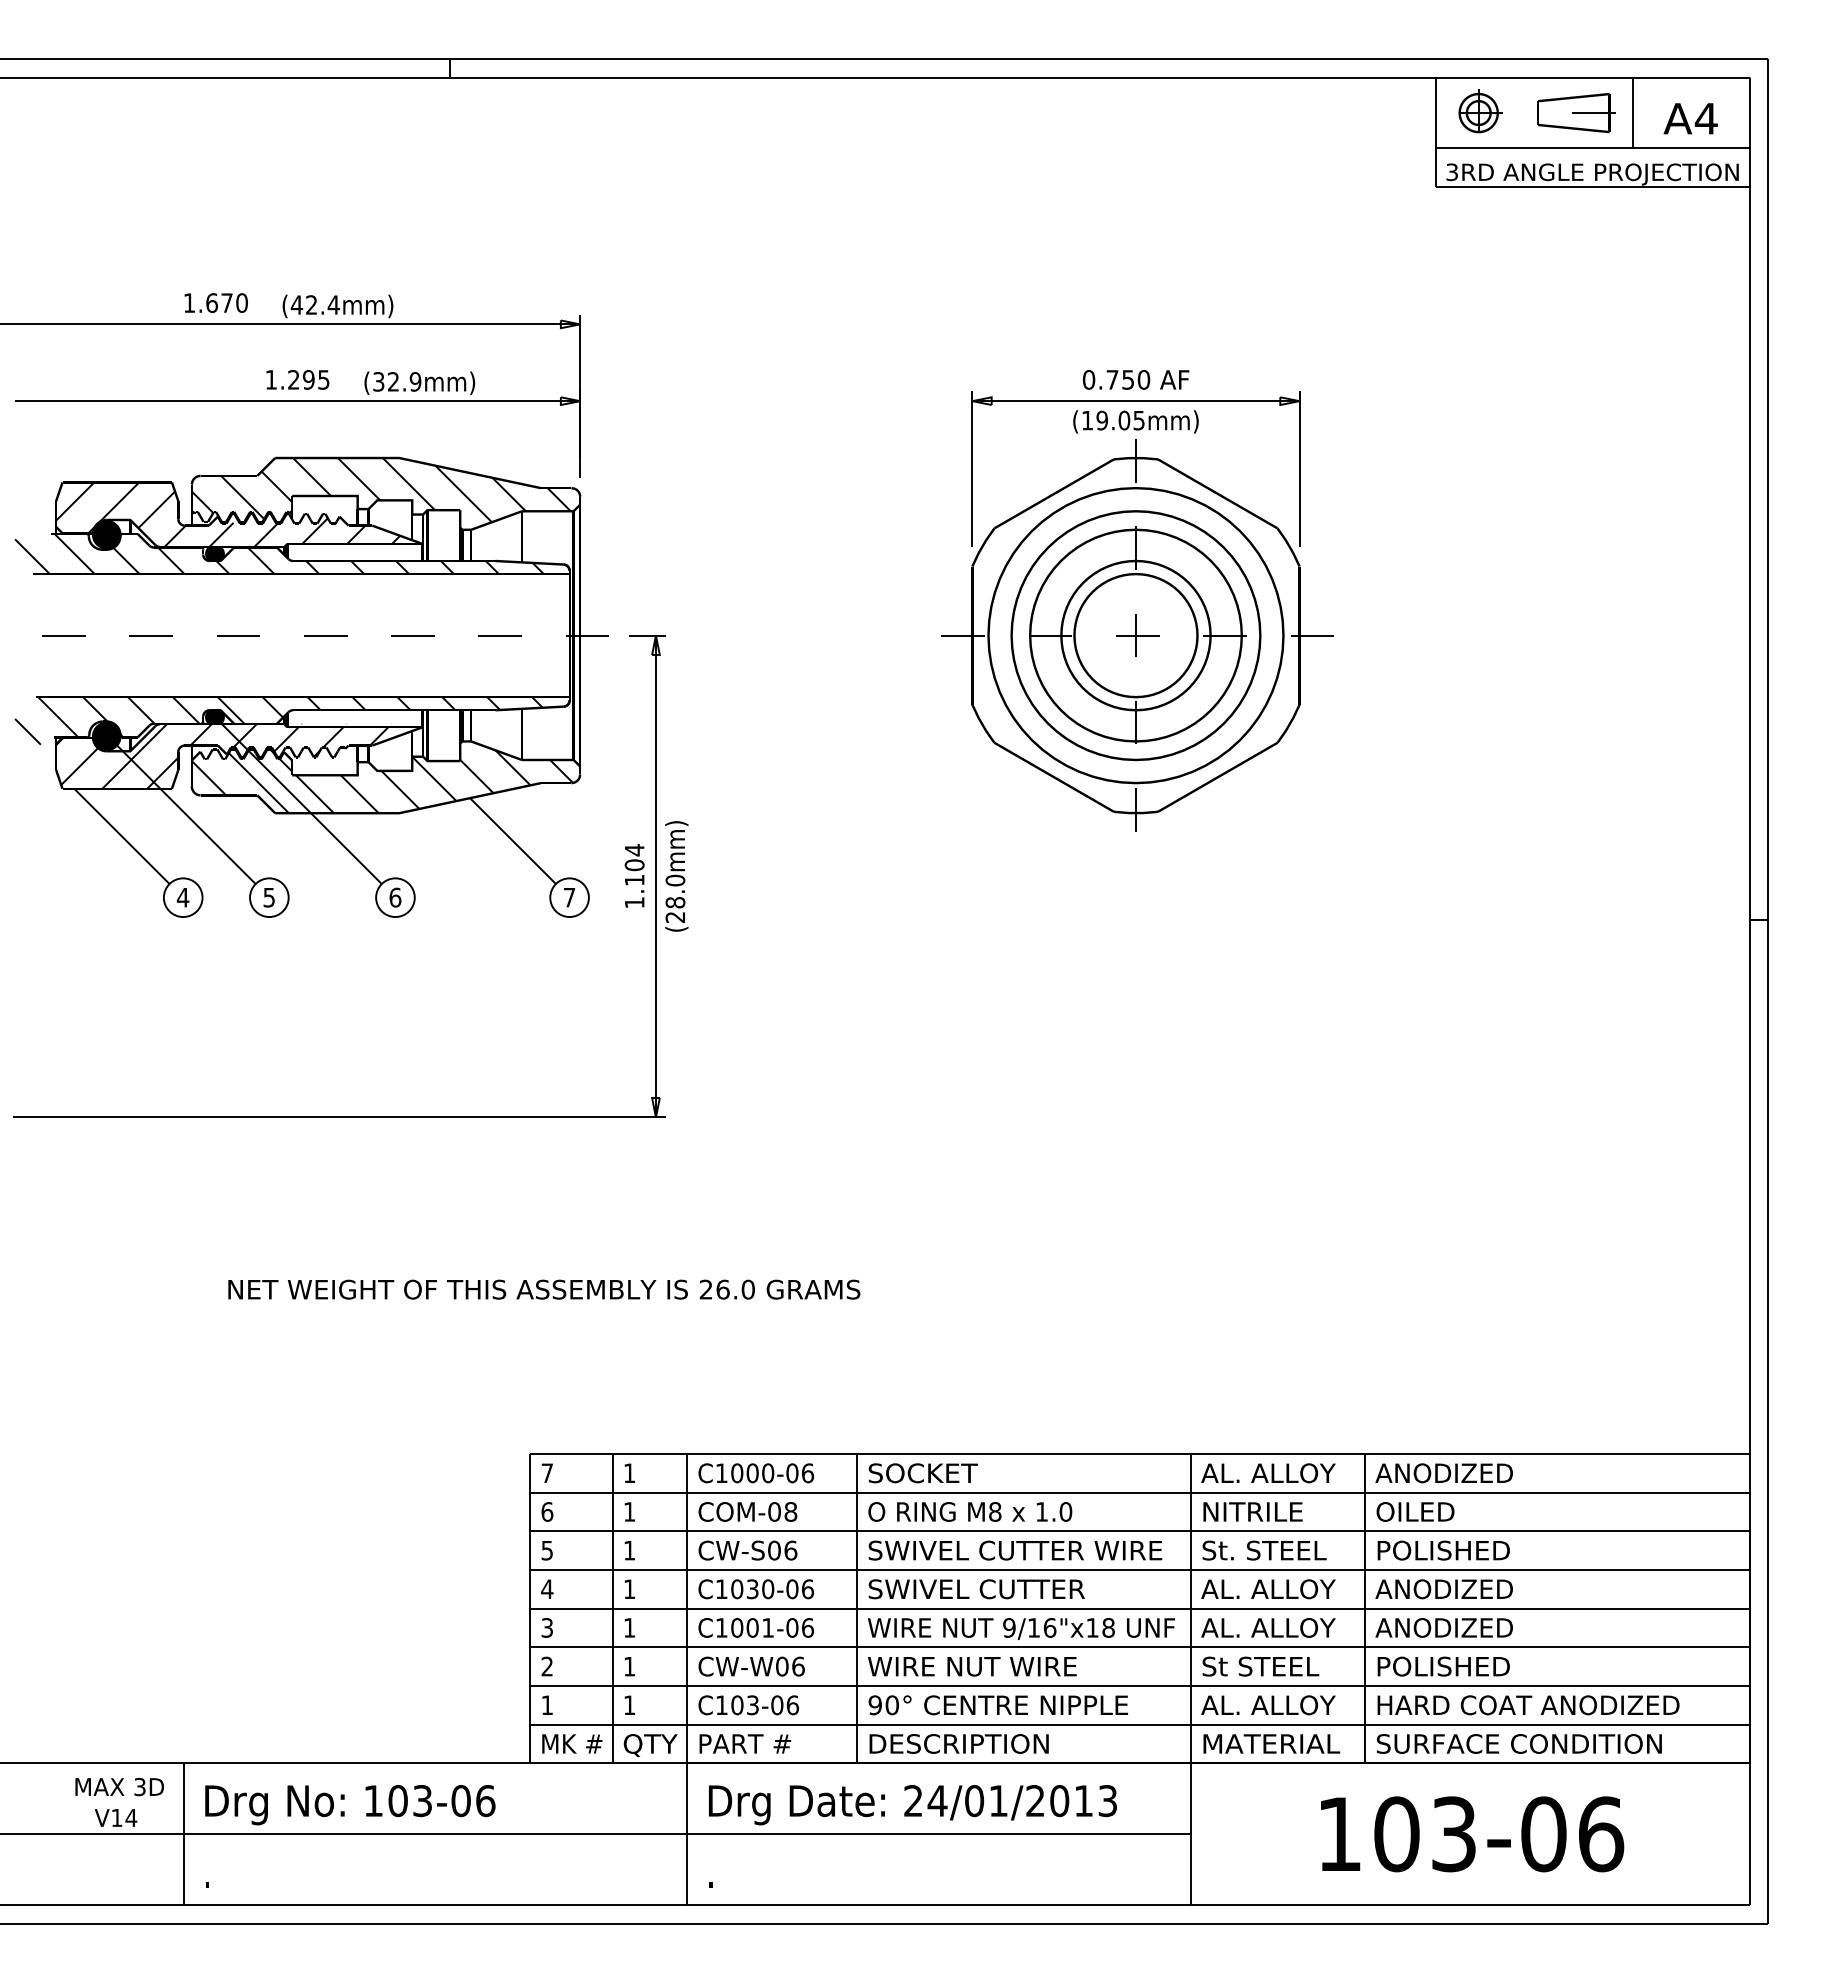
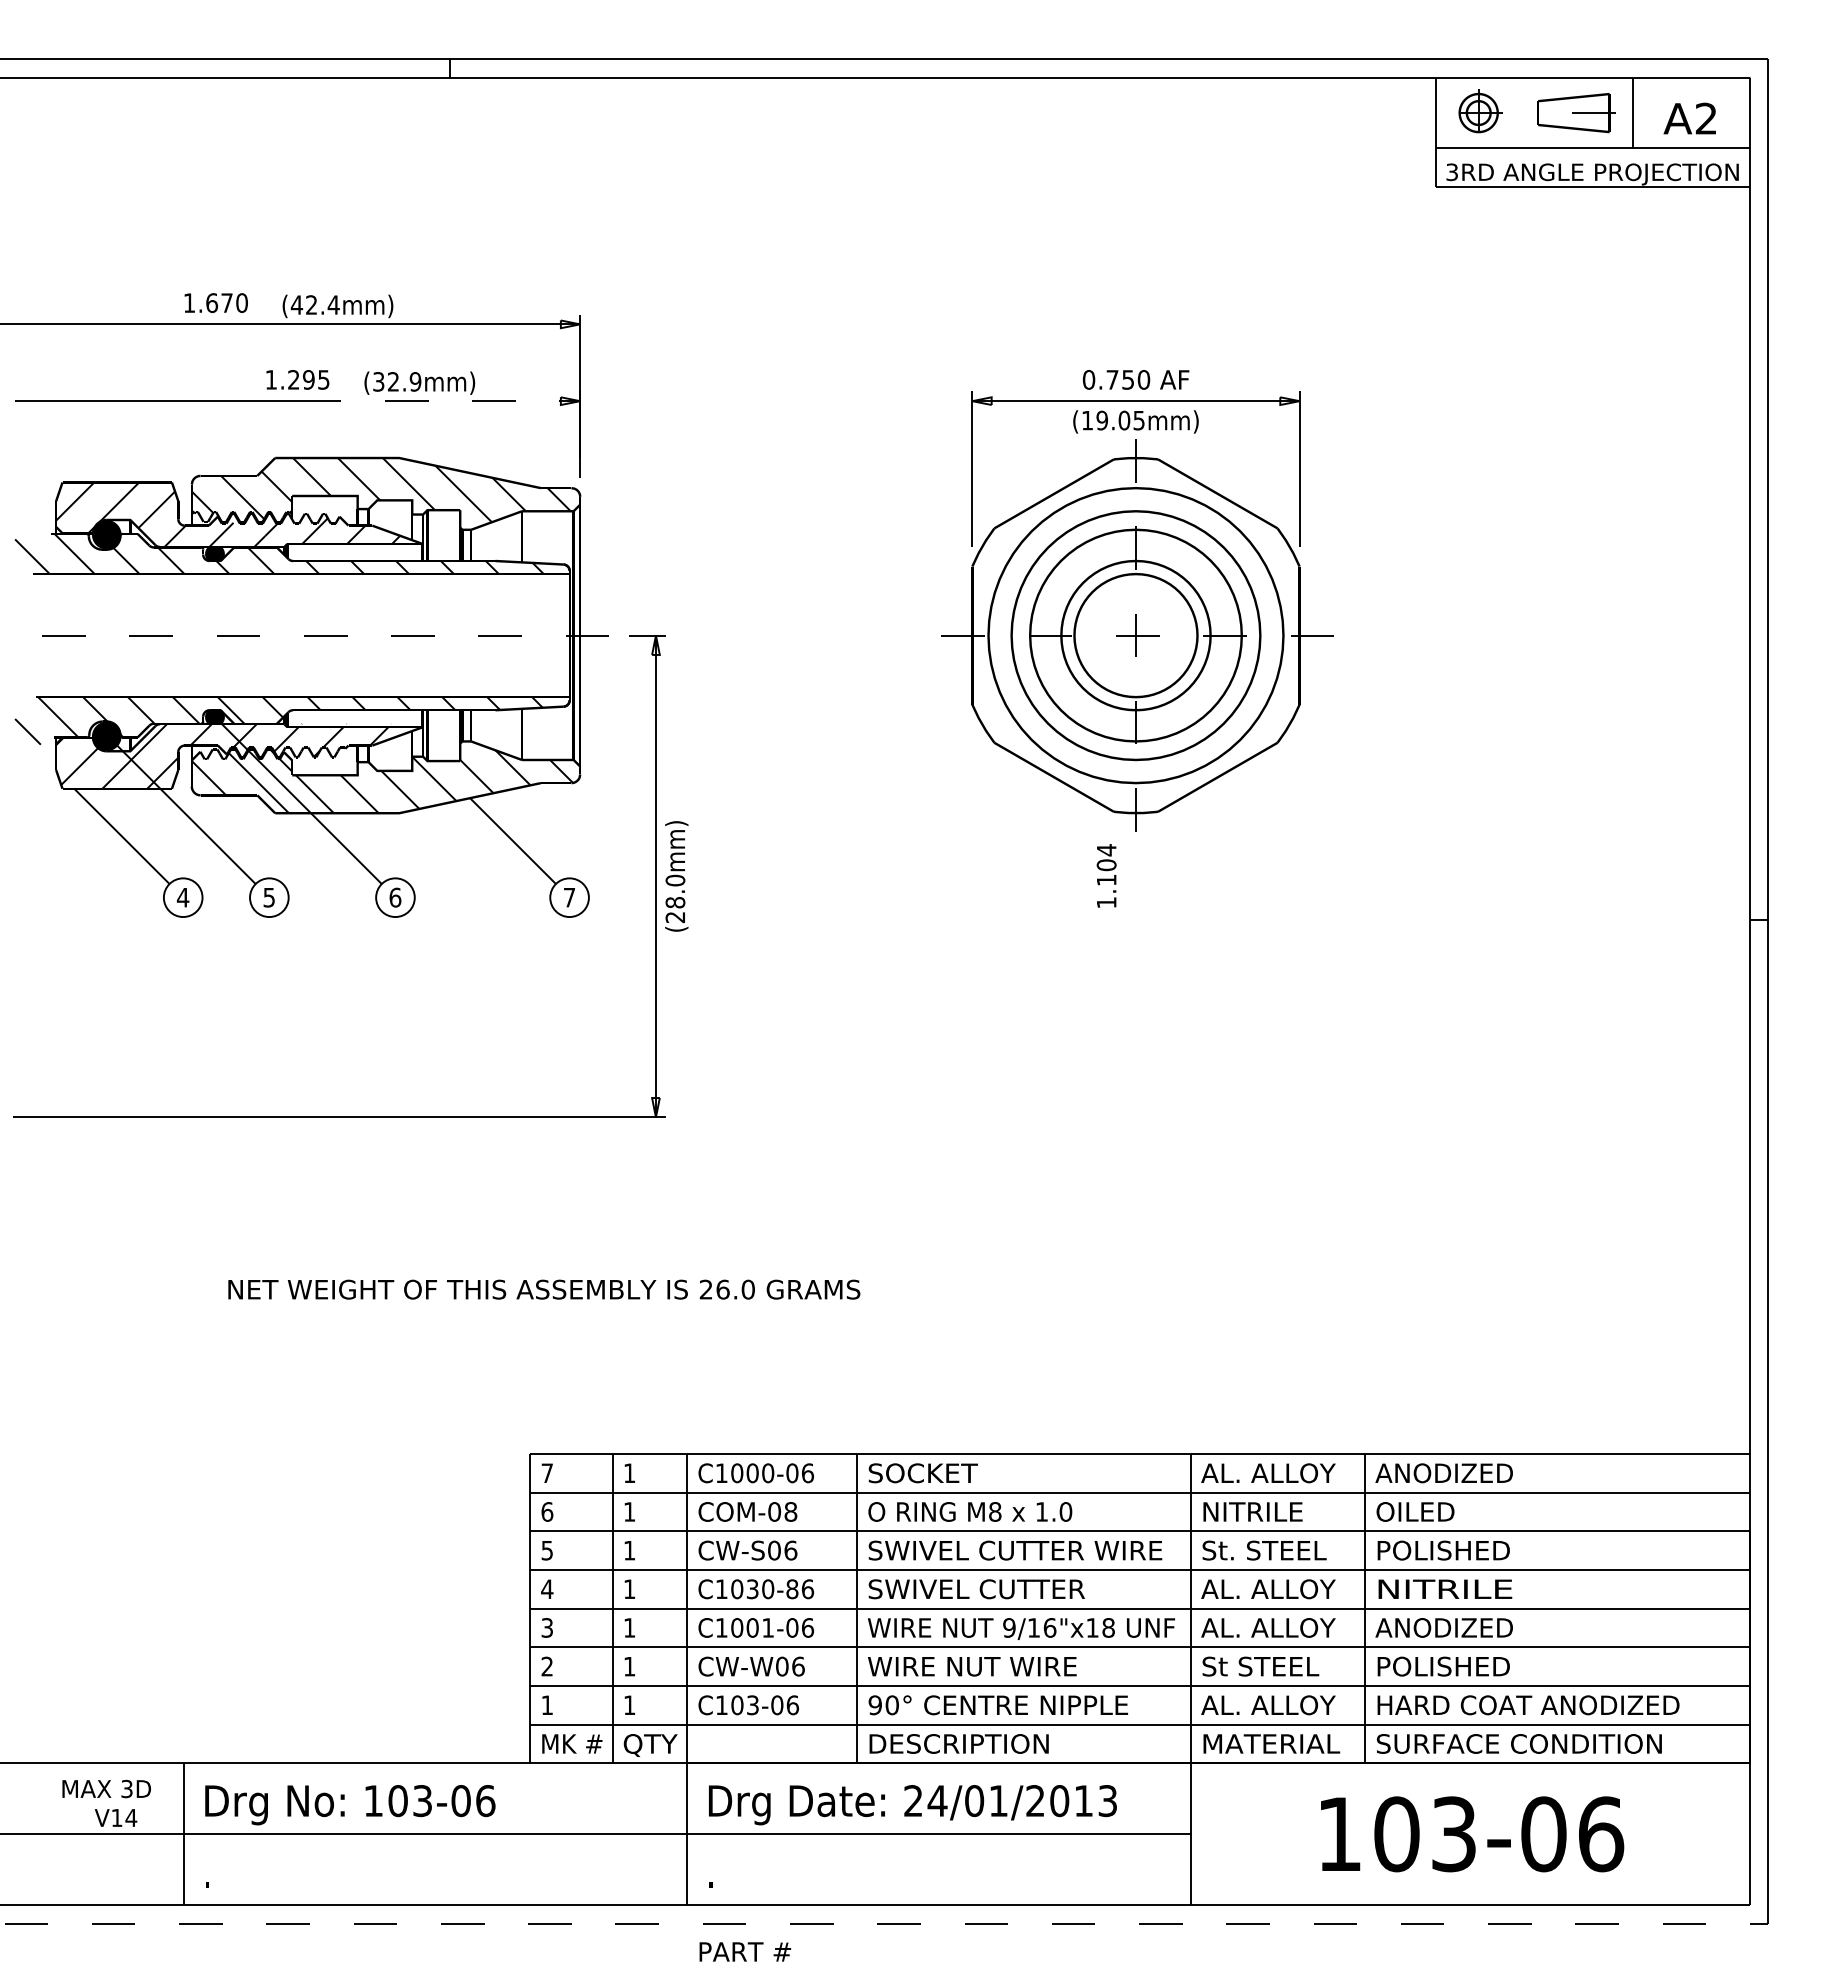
text at (1705, 118): A4 -> A2
line at (439, 401): solid -> dashed
text at (634, 875) position: (634, 875) -> (1106, 875)
text at (792, 1588): C1030-06 -> C1030-86
text at (1443, 1589): ANODIZED -> NITRILE
text at (745, 1743) position: (745, 1743) -> (745, 1951)
text at (119, 1786) position: (119, 1786) -> (106, 1788)
line at (884, 1923): solid -> dashed
